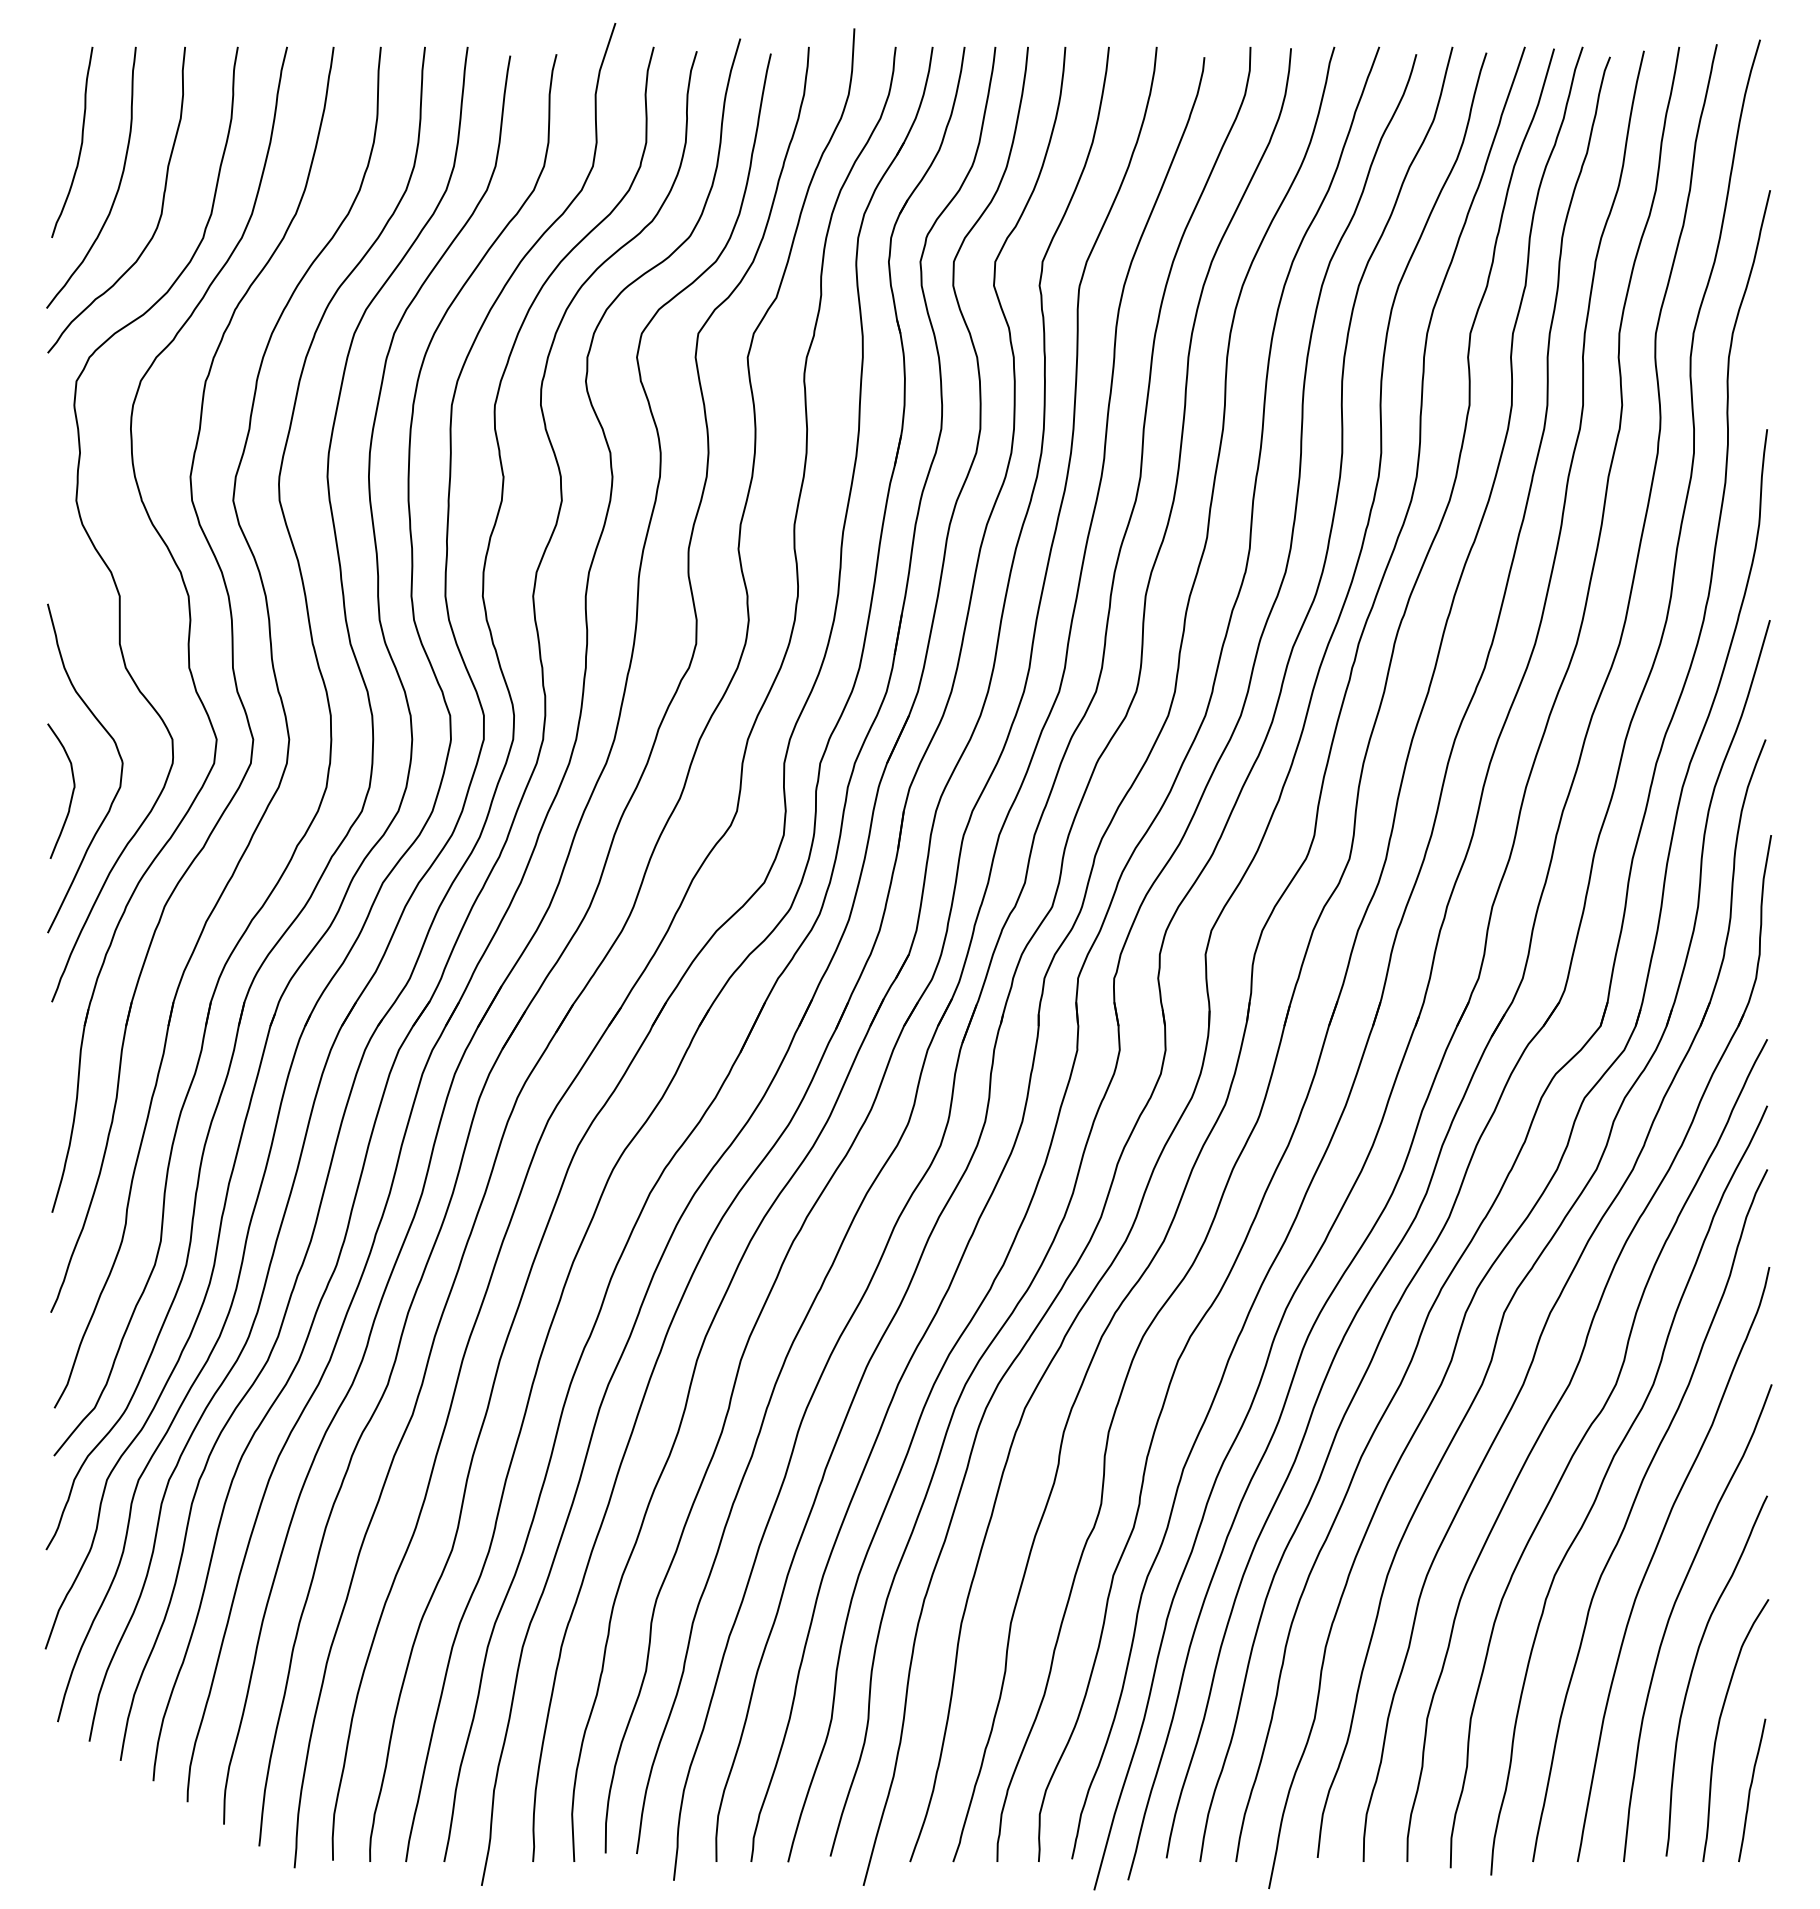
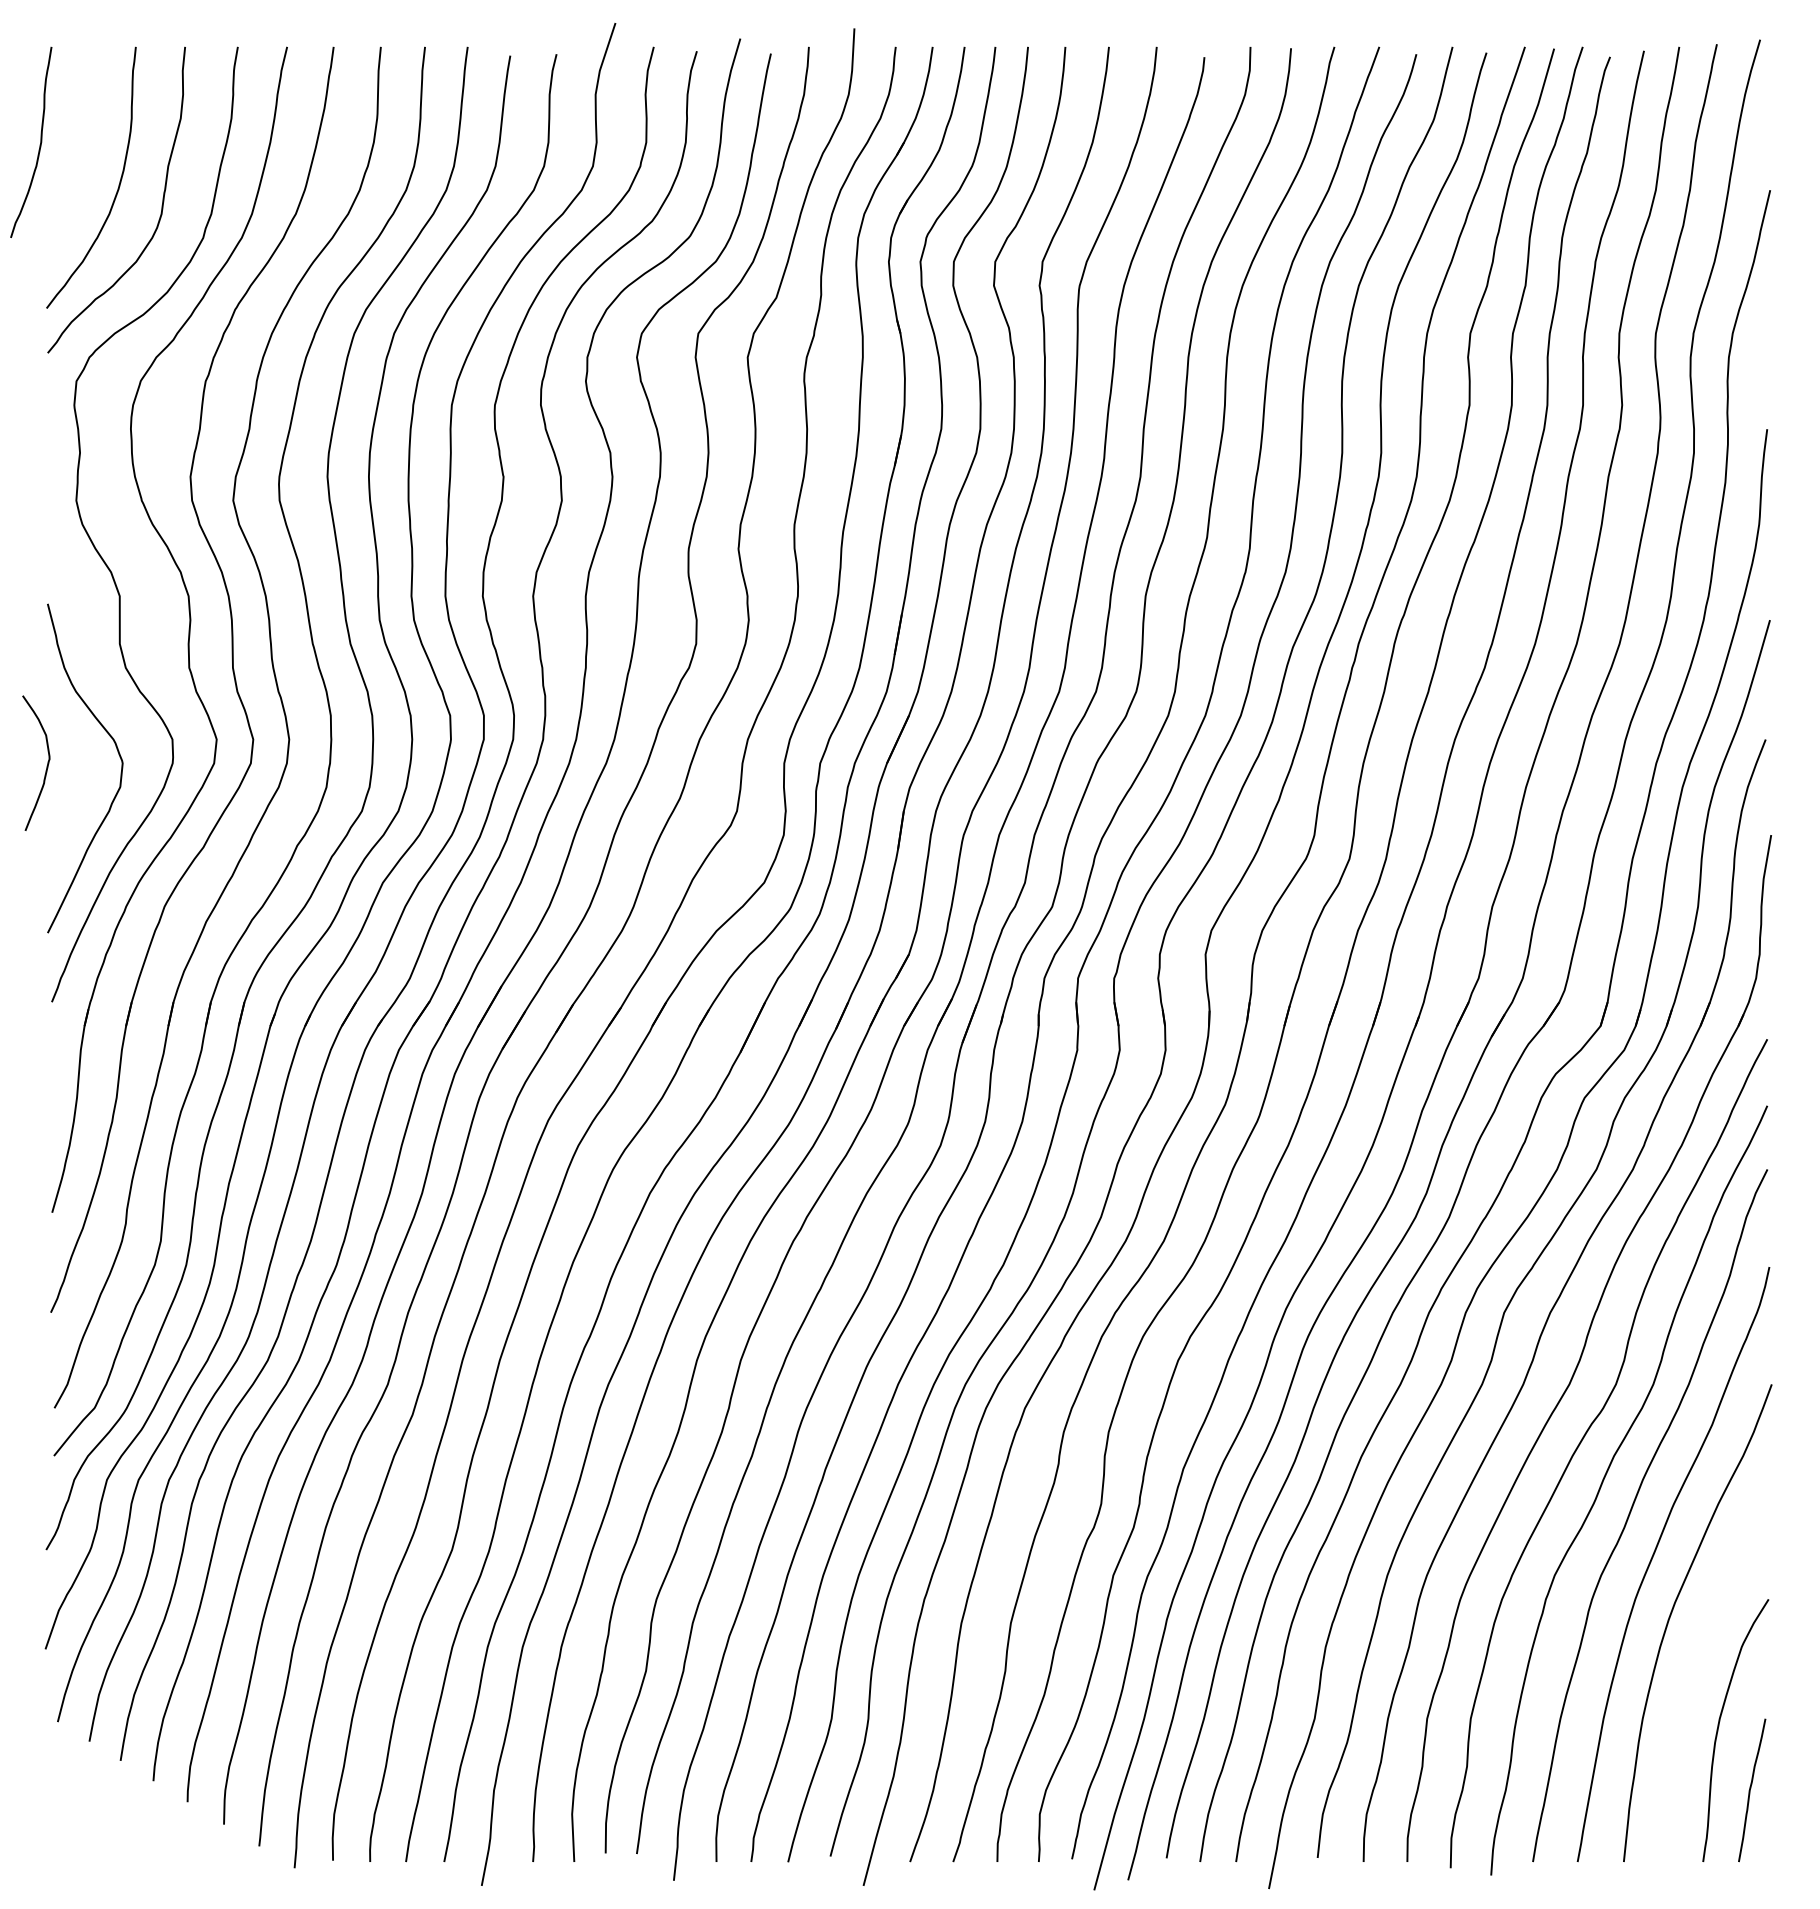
curve at (80, 144) position: (80, 144) -> (39, 144)
curve at (71, 794) position: (71, 794) -> (46, 766)
curve at (1693, 1670): present -> none
